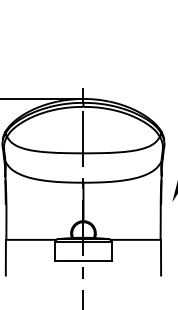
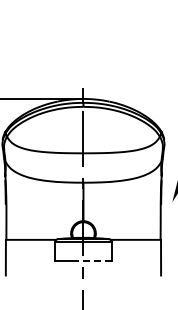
line at (91, 261): solid -> dashed
